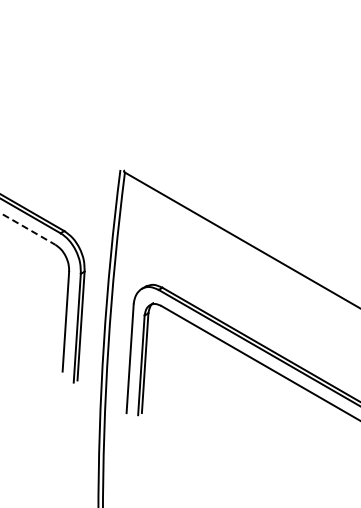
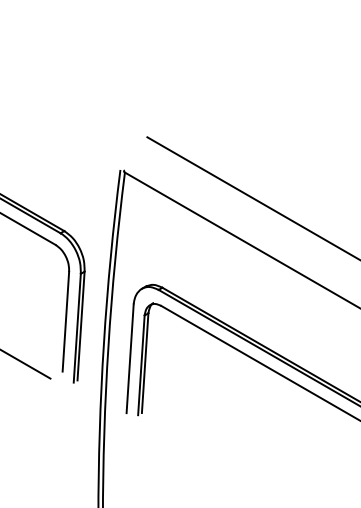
line at (252, 197): none -> present
line at (27, 228): dashed -> solid
line at (26, 364): none -> present
